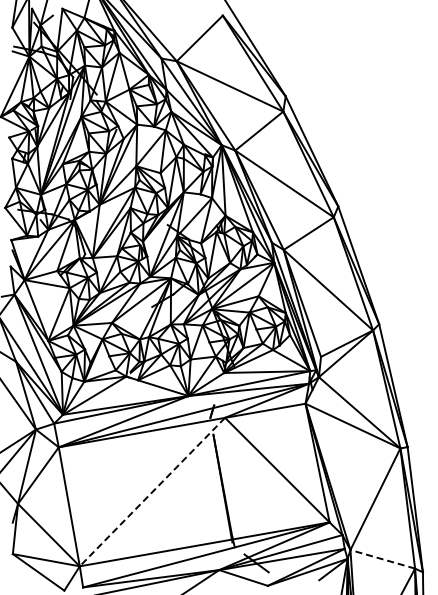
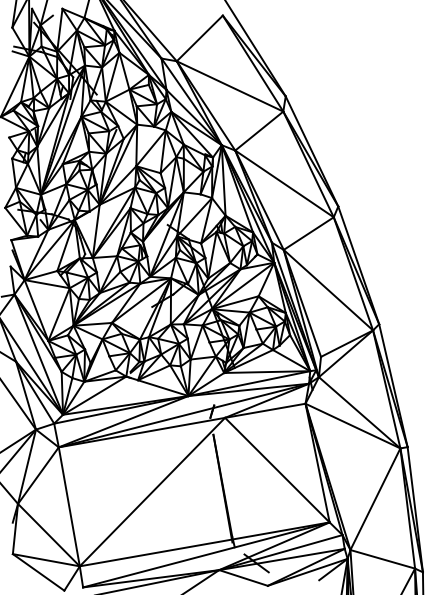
line at (152, 492): dashed -> solid
line at (382, 559): dashed -> solid
